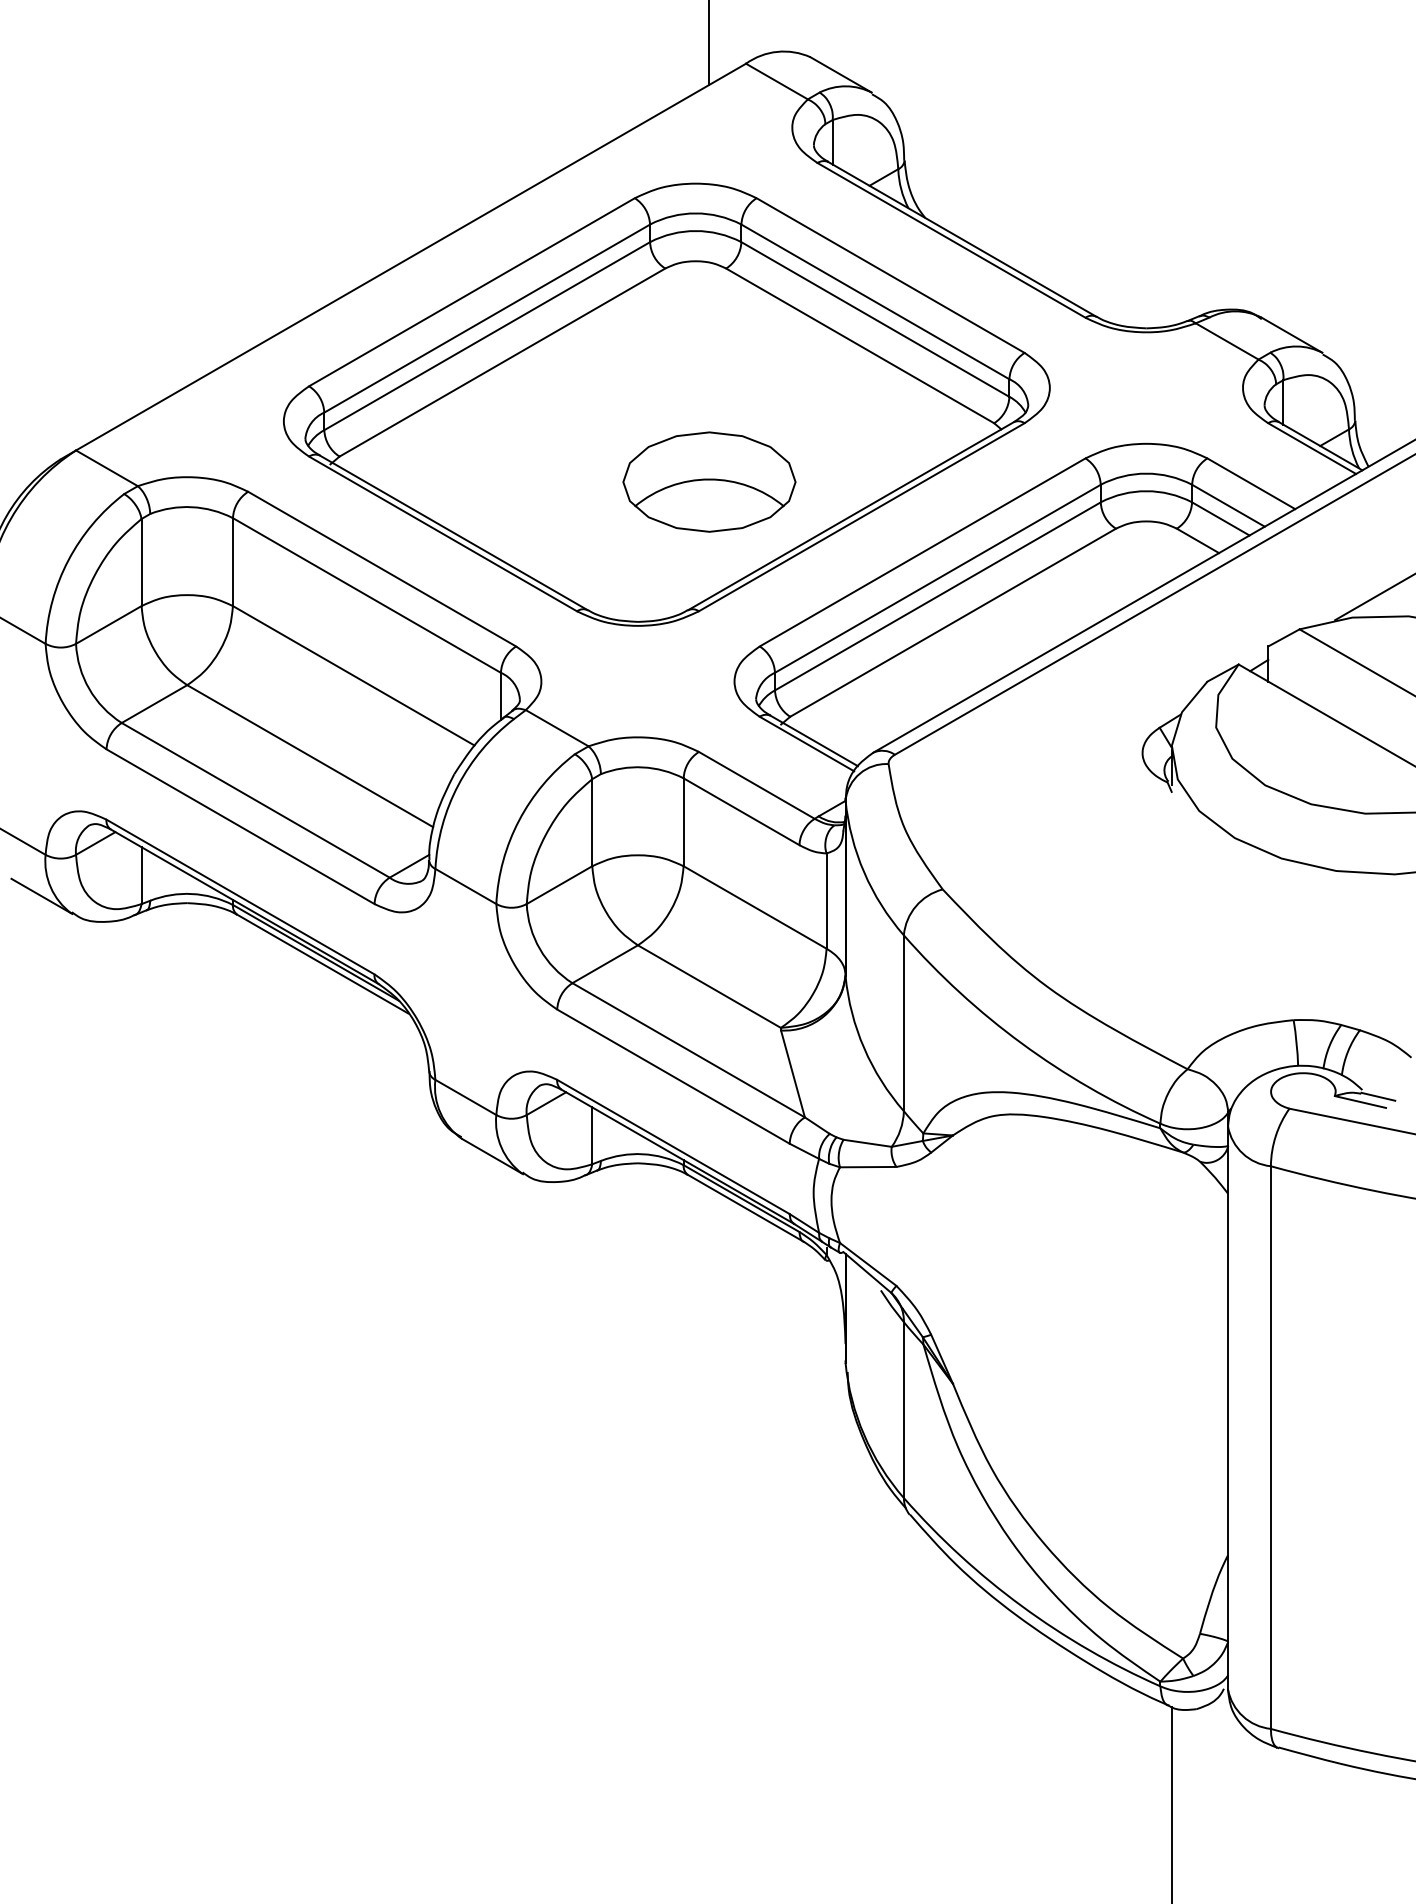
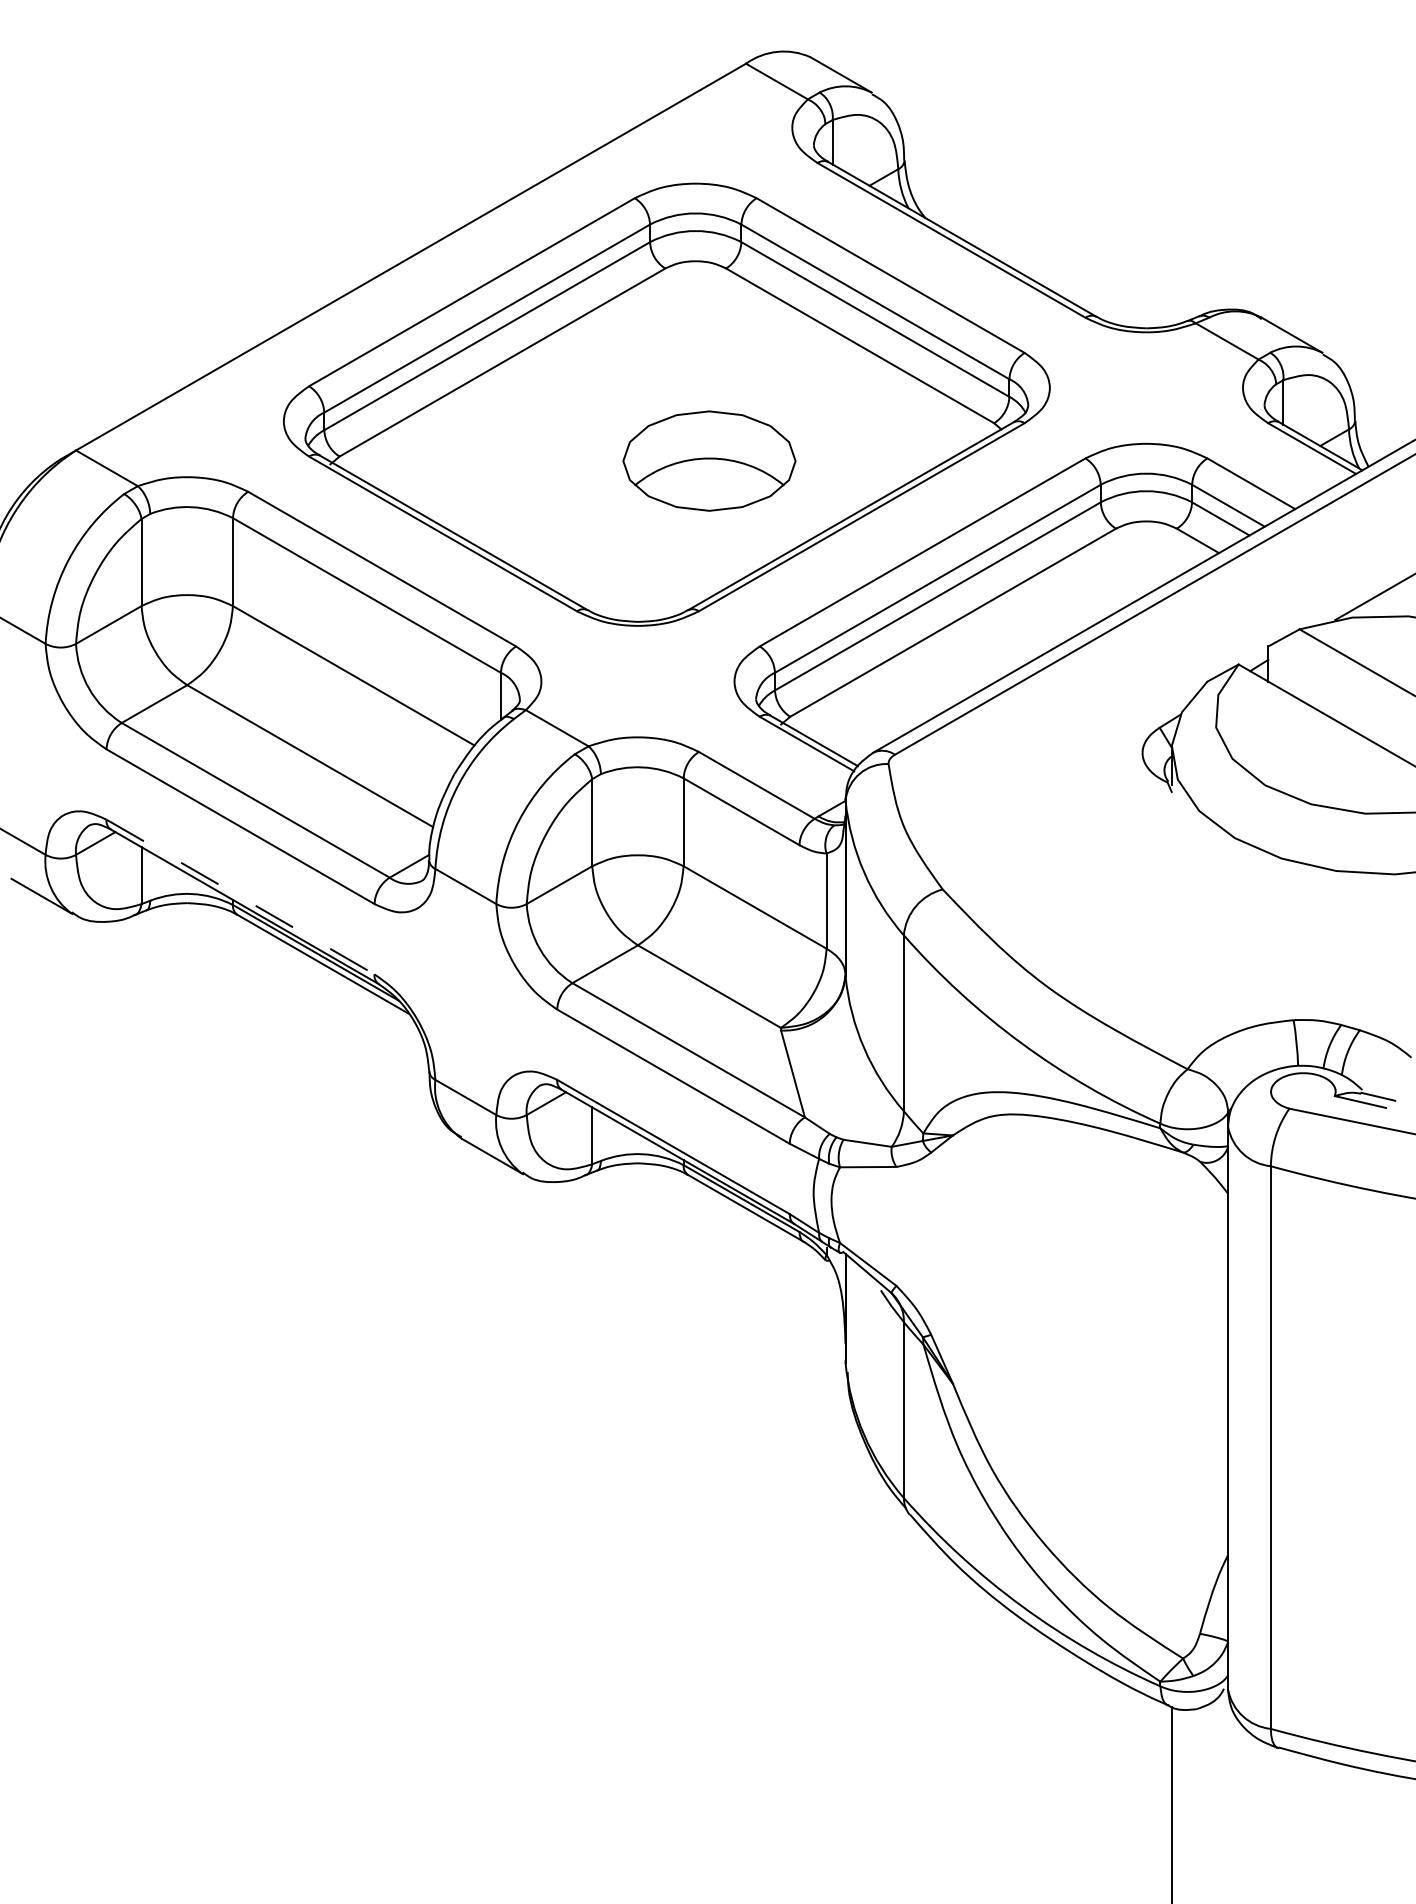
line at (709, 43): present -> none
part at (709, 481) position: (709, 481) -> (709, 460)
line at (240, 897): solid -> dashed
